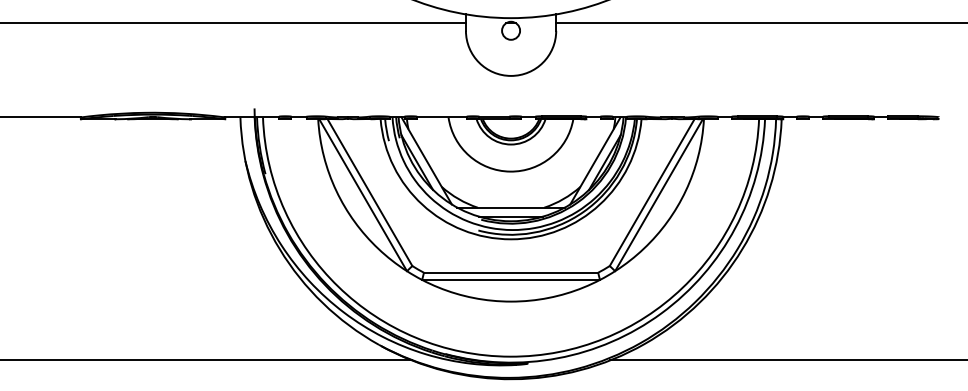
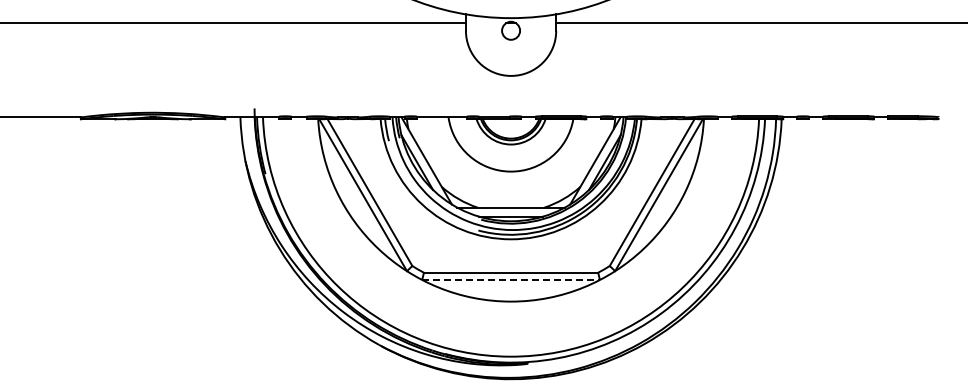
line at (511, 279): solid -> dashed
line at (207, 360): present -> none
line at (787, 360): present -> none
